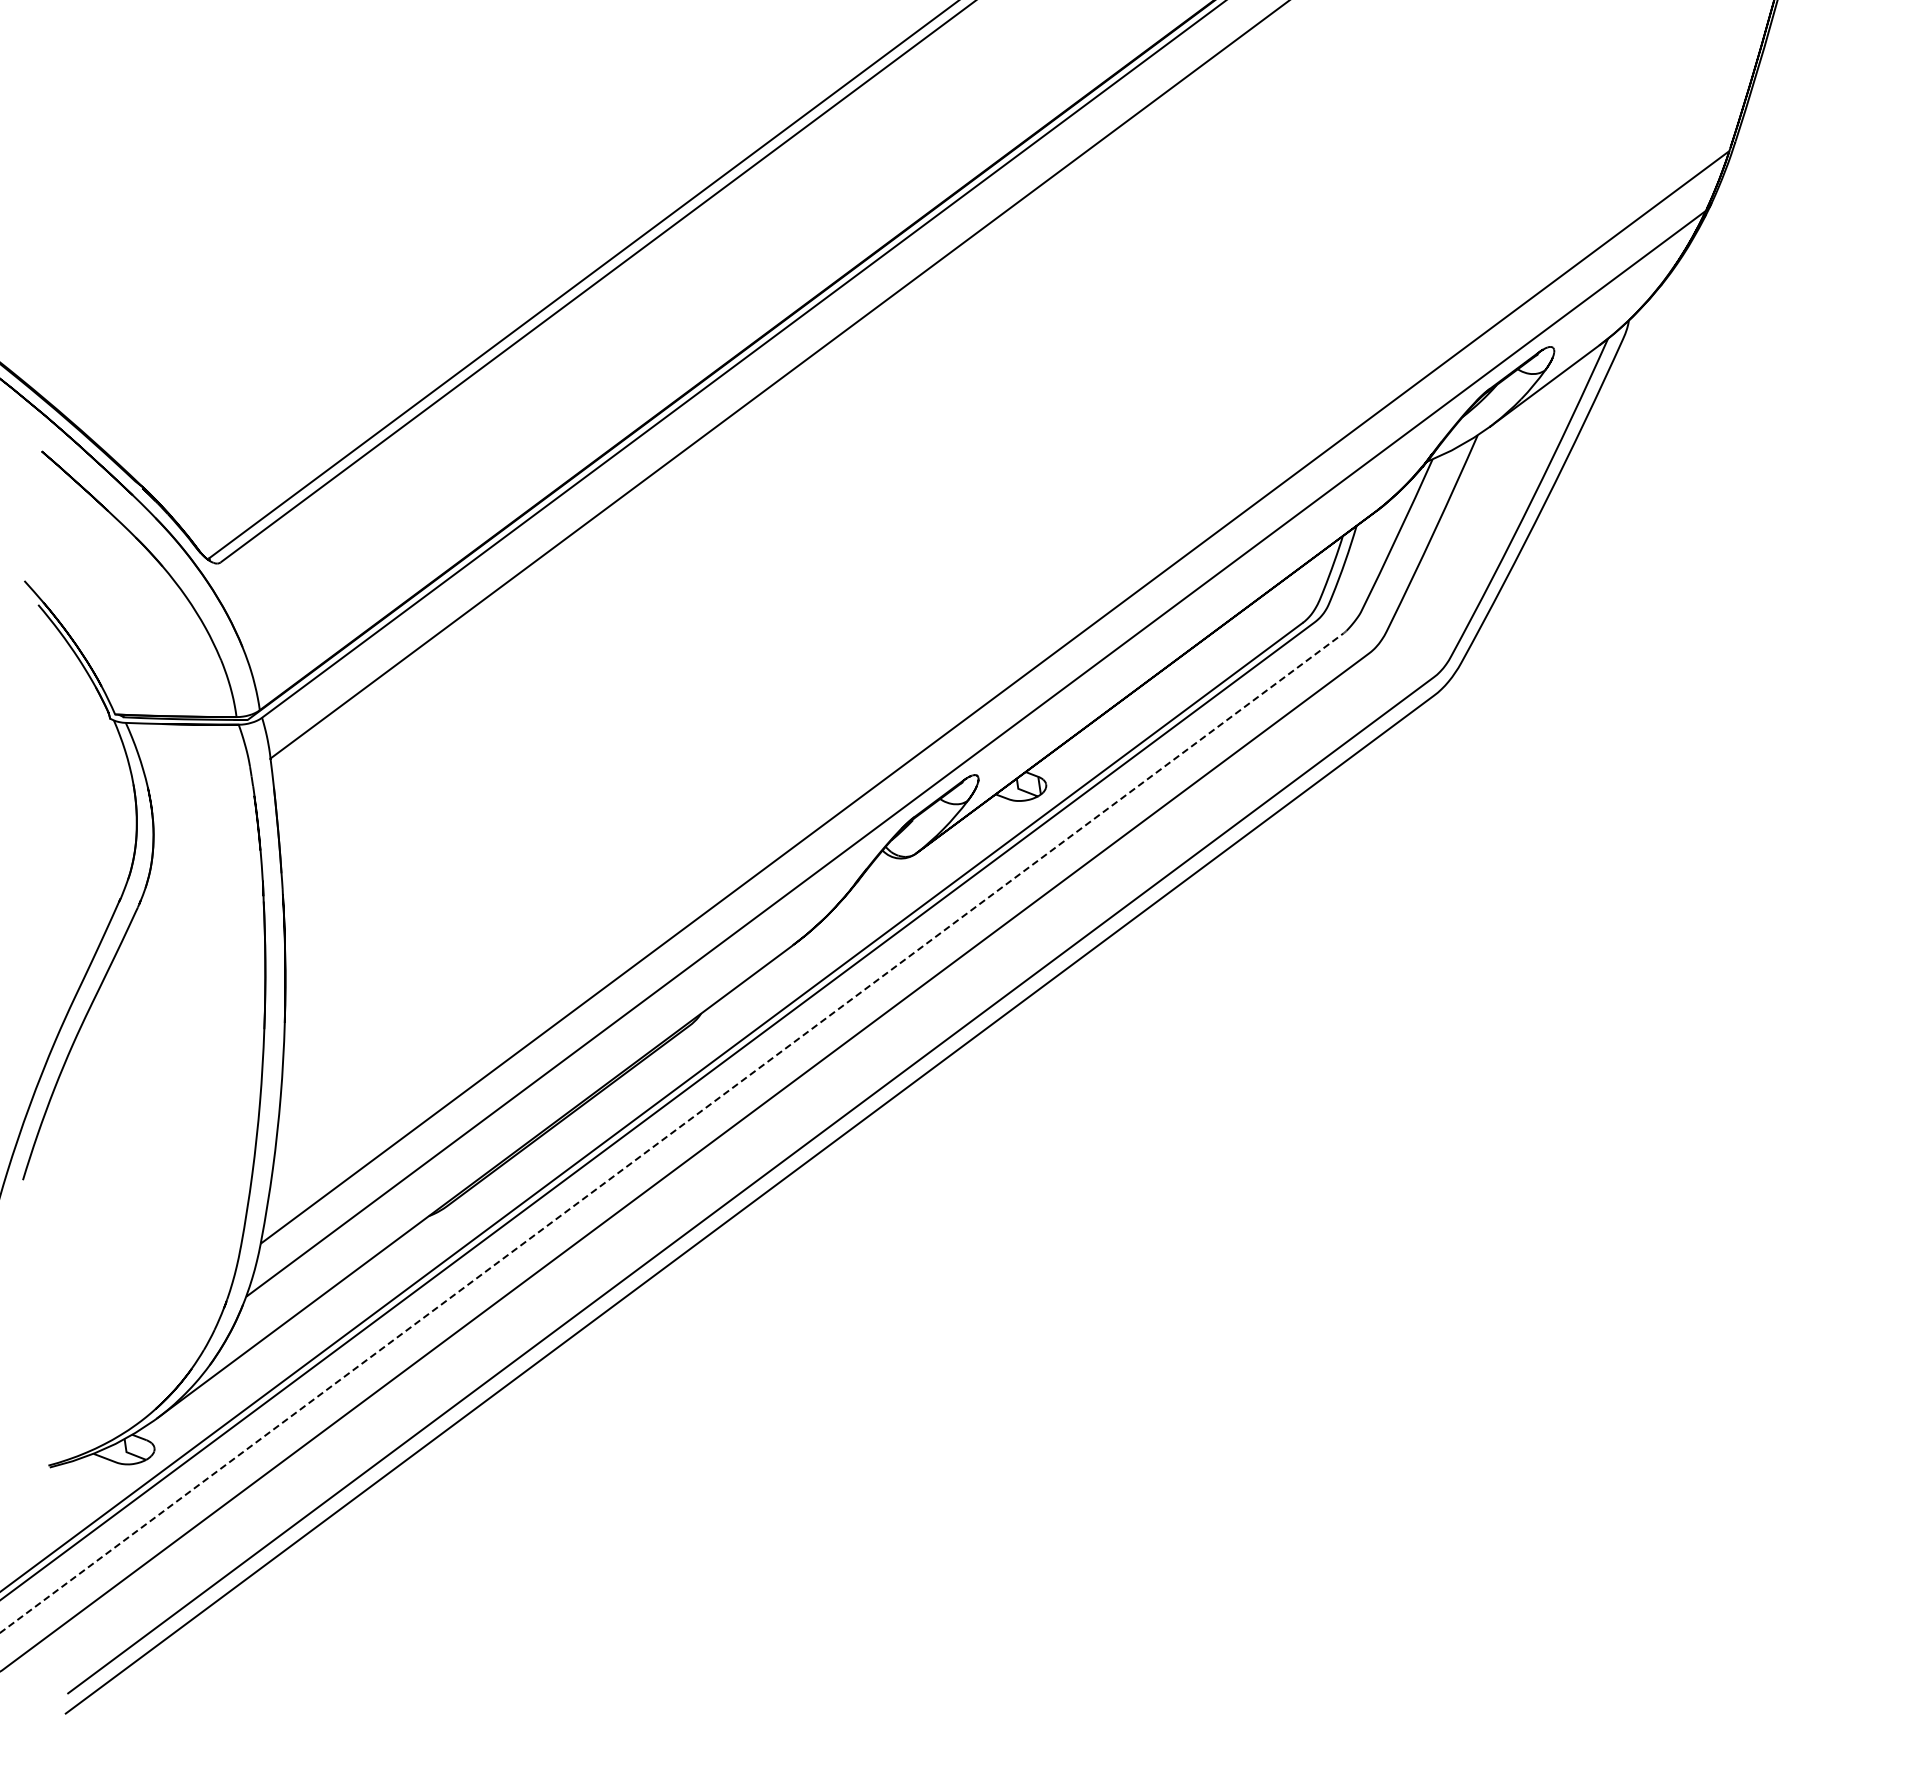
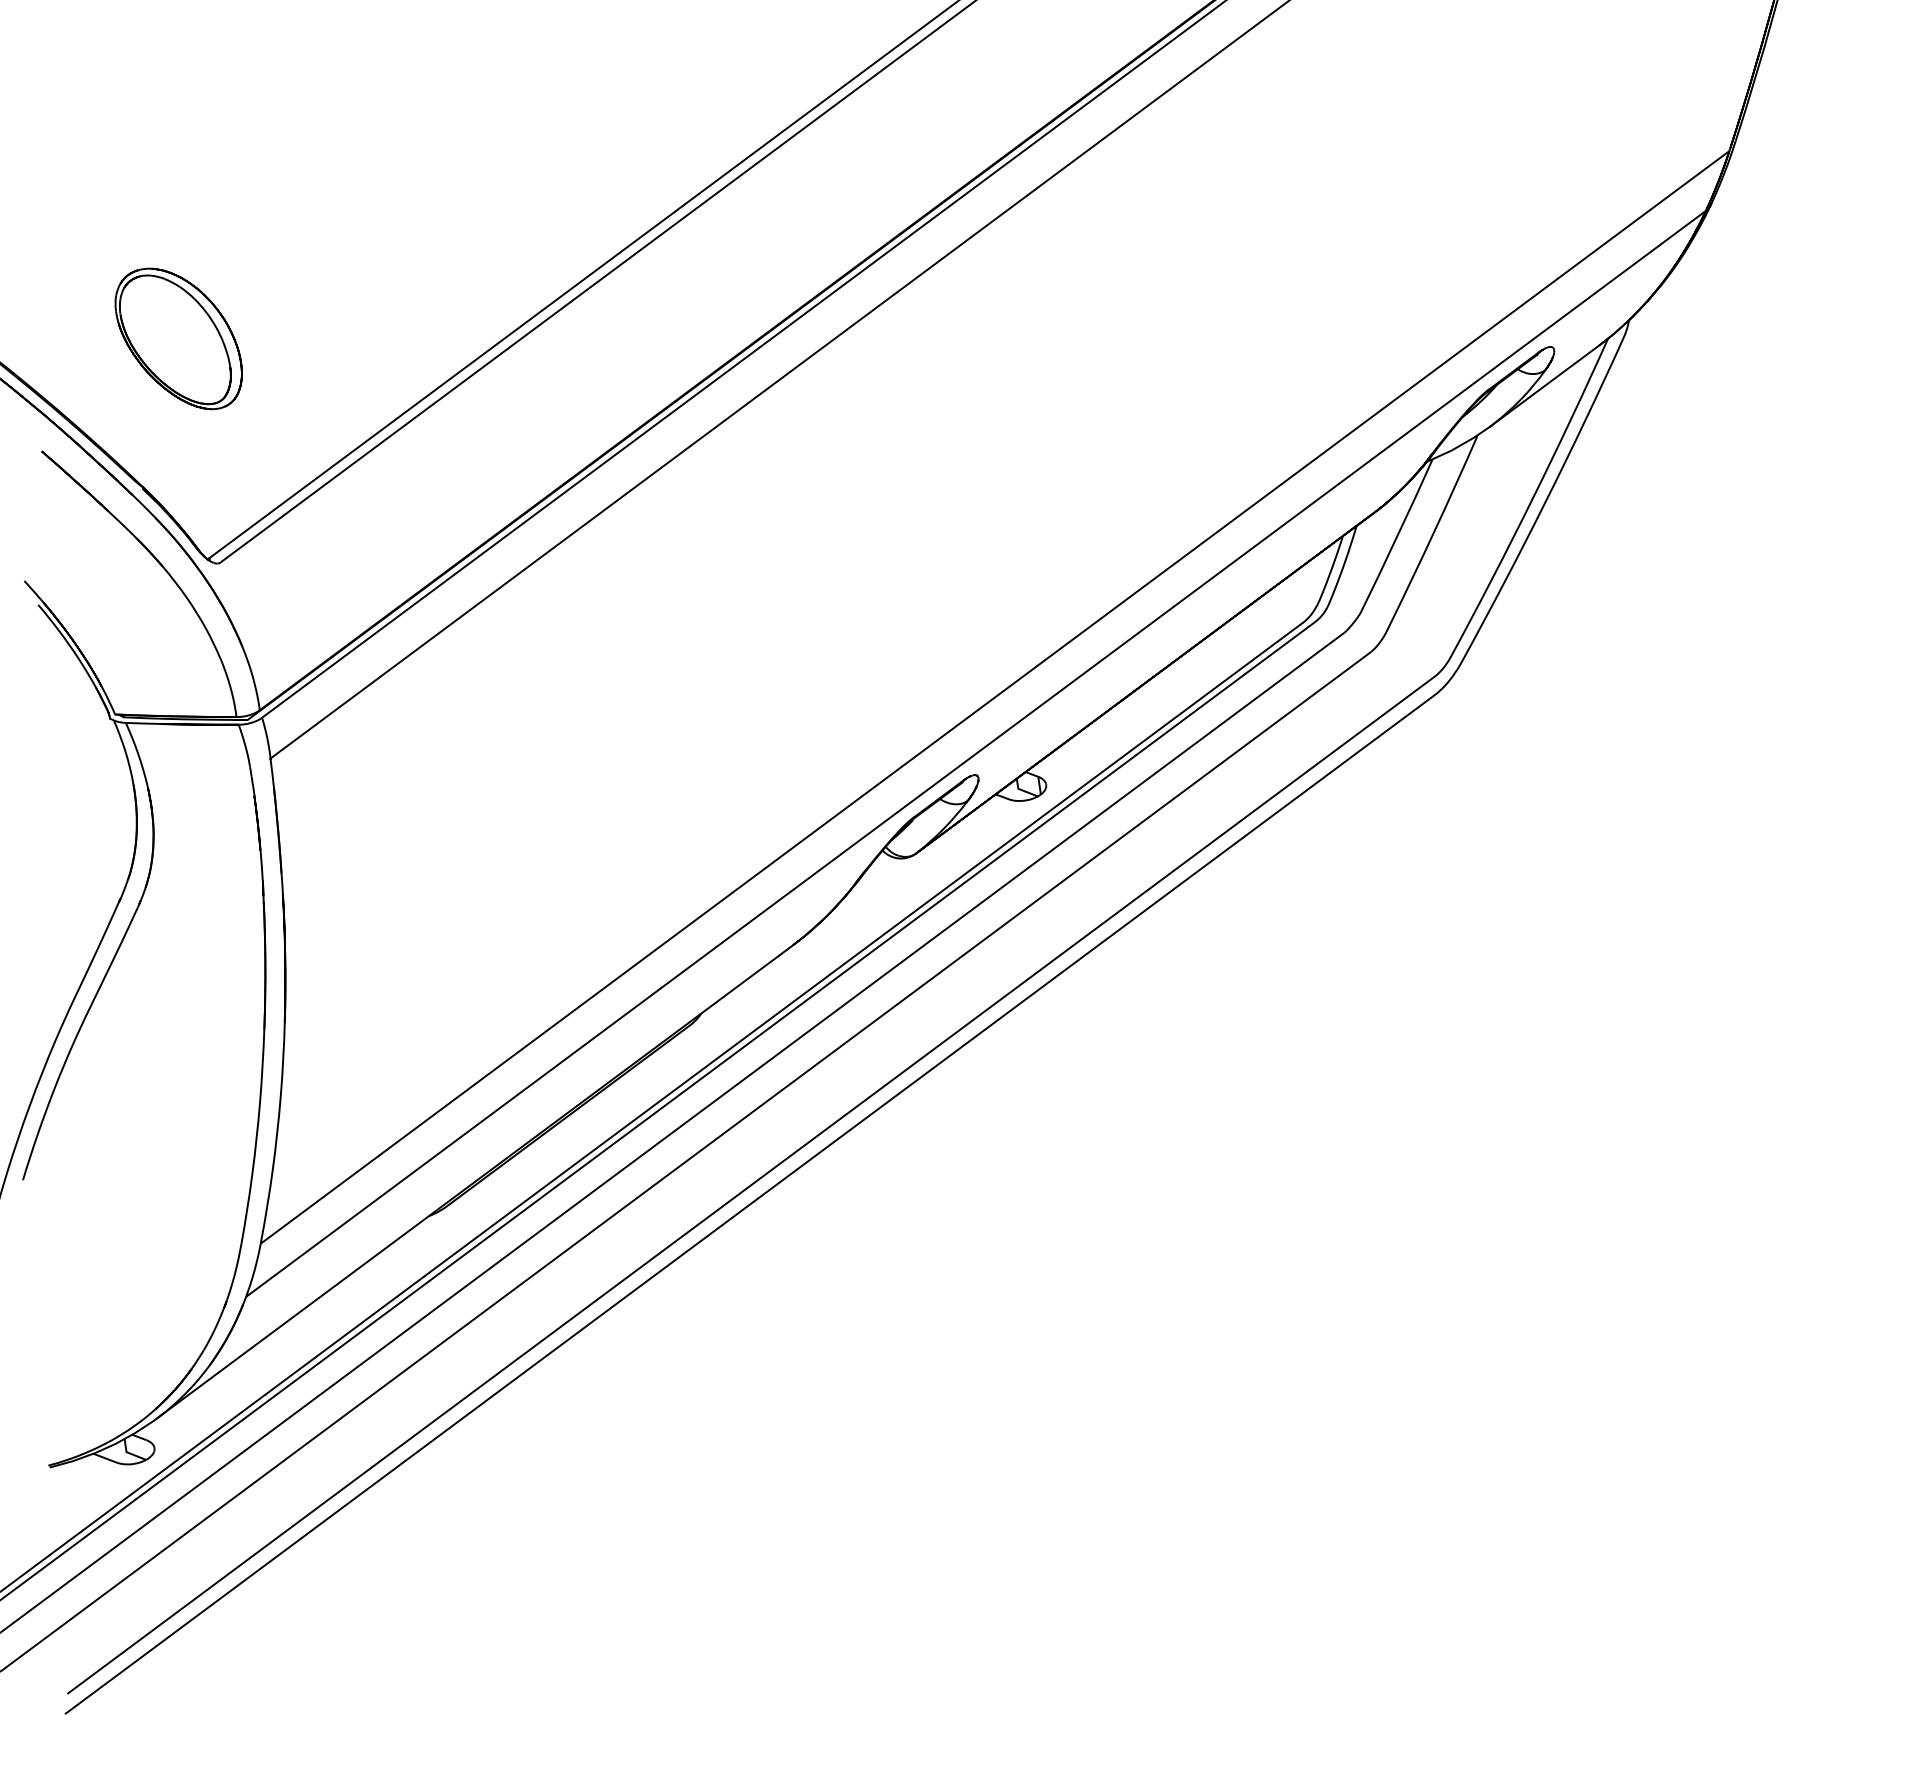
part at (178, 338): none -> present
line at (678, 1128): dashed -> solid
